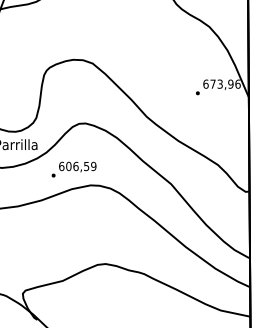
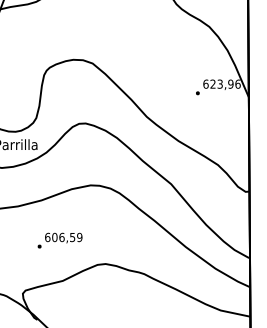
text at (212, 83): 673,96 -> 623,96
text at (73, 169) position: (73, 169) -> (59, 240)
